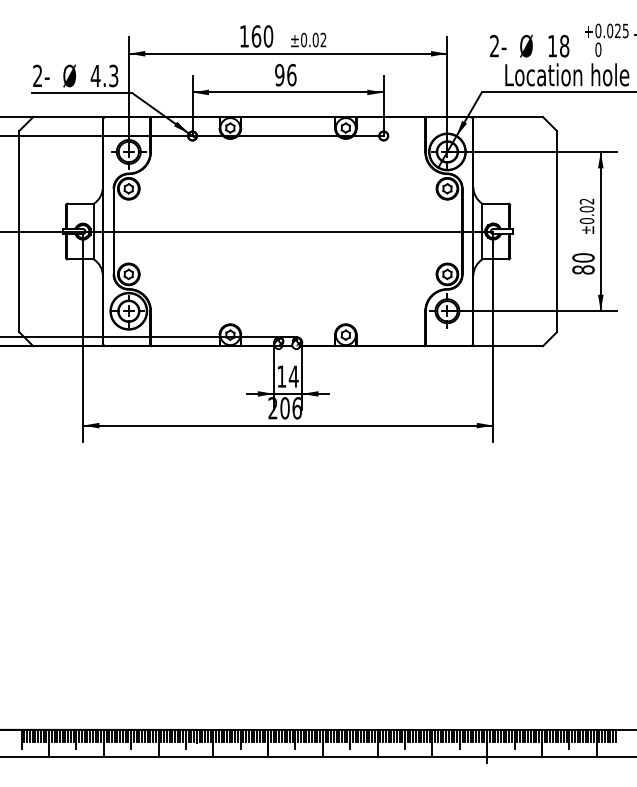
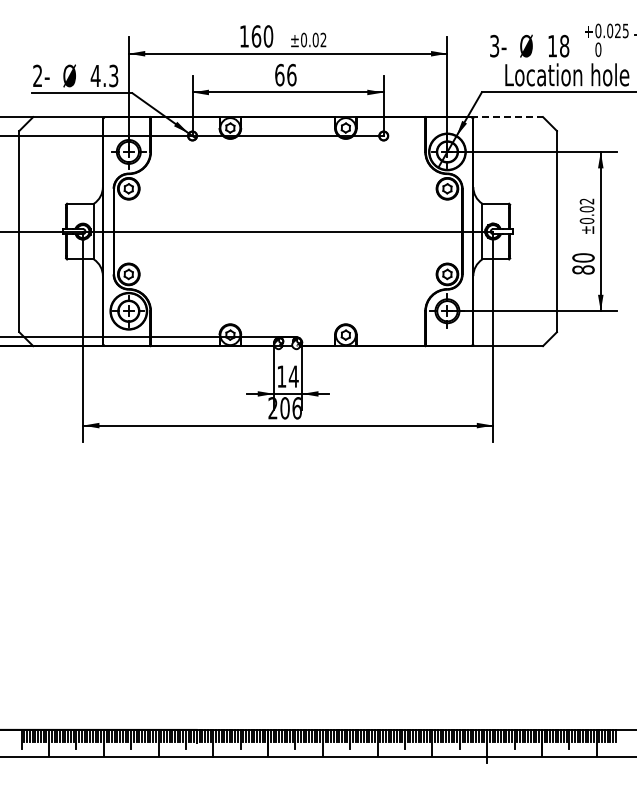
text at (494, 46): 2- -> 3-
text at (279, 74): 96 -> 66
line at (507, 117): solid -> dashed
